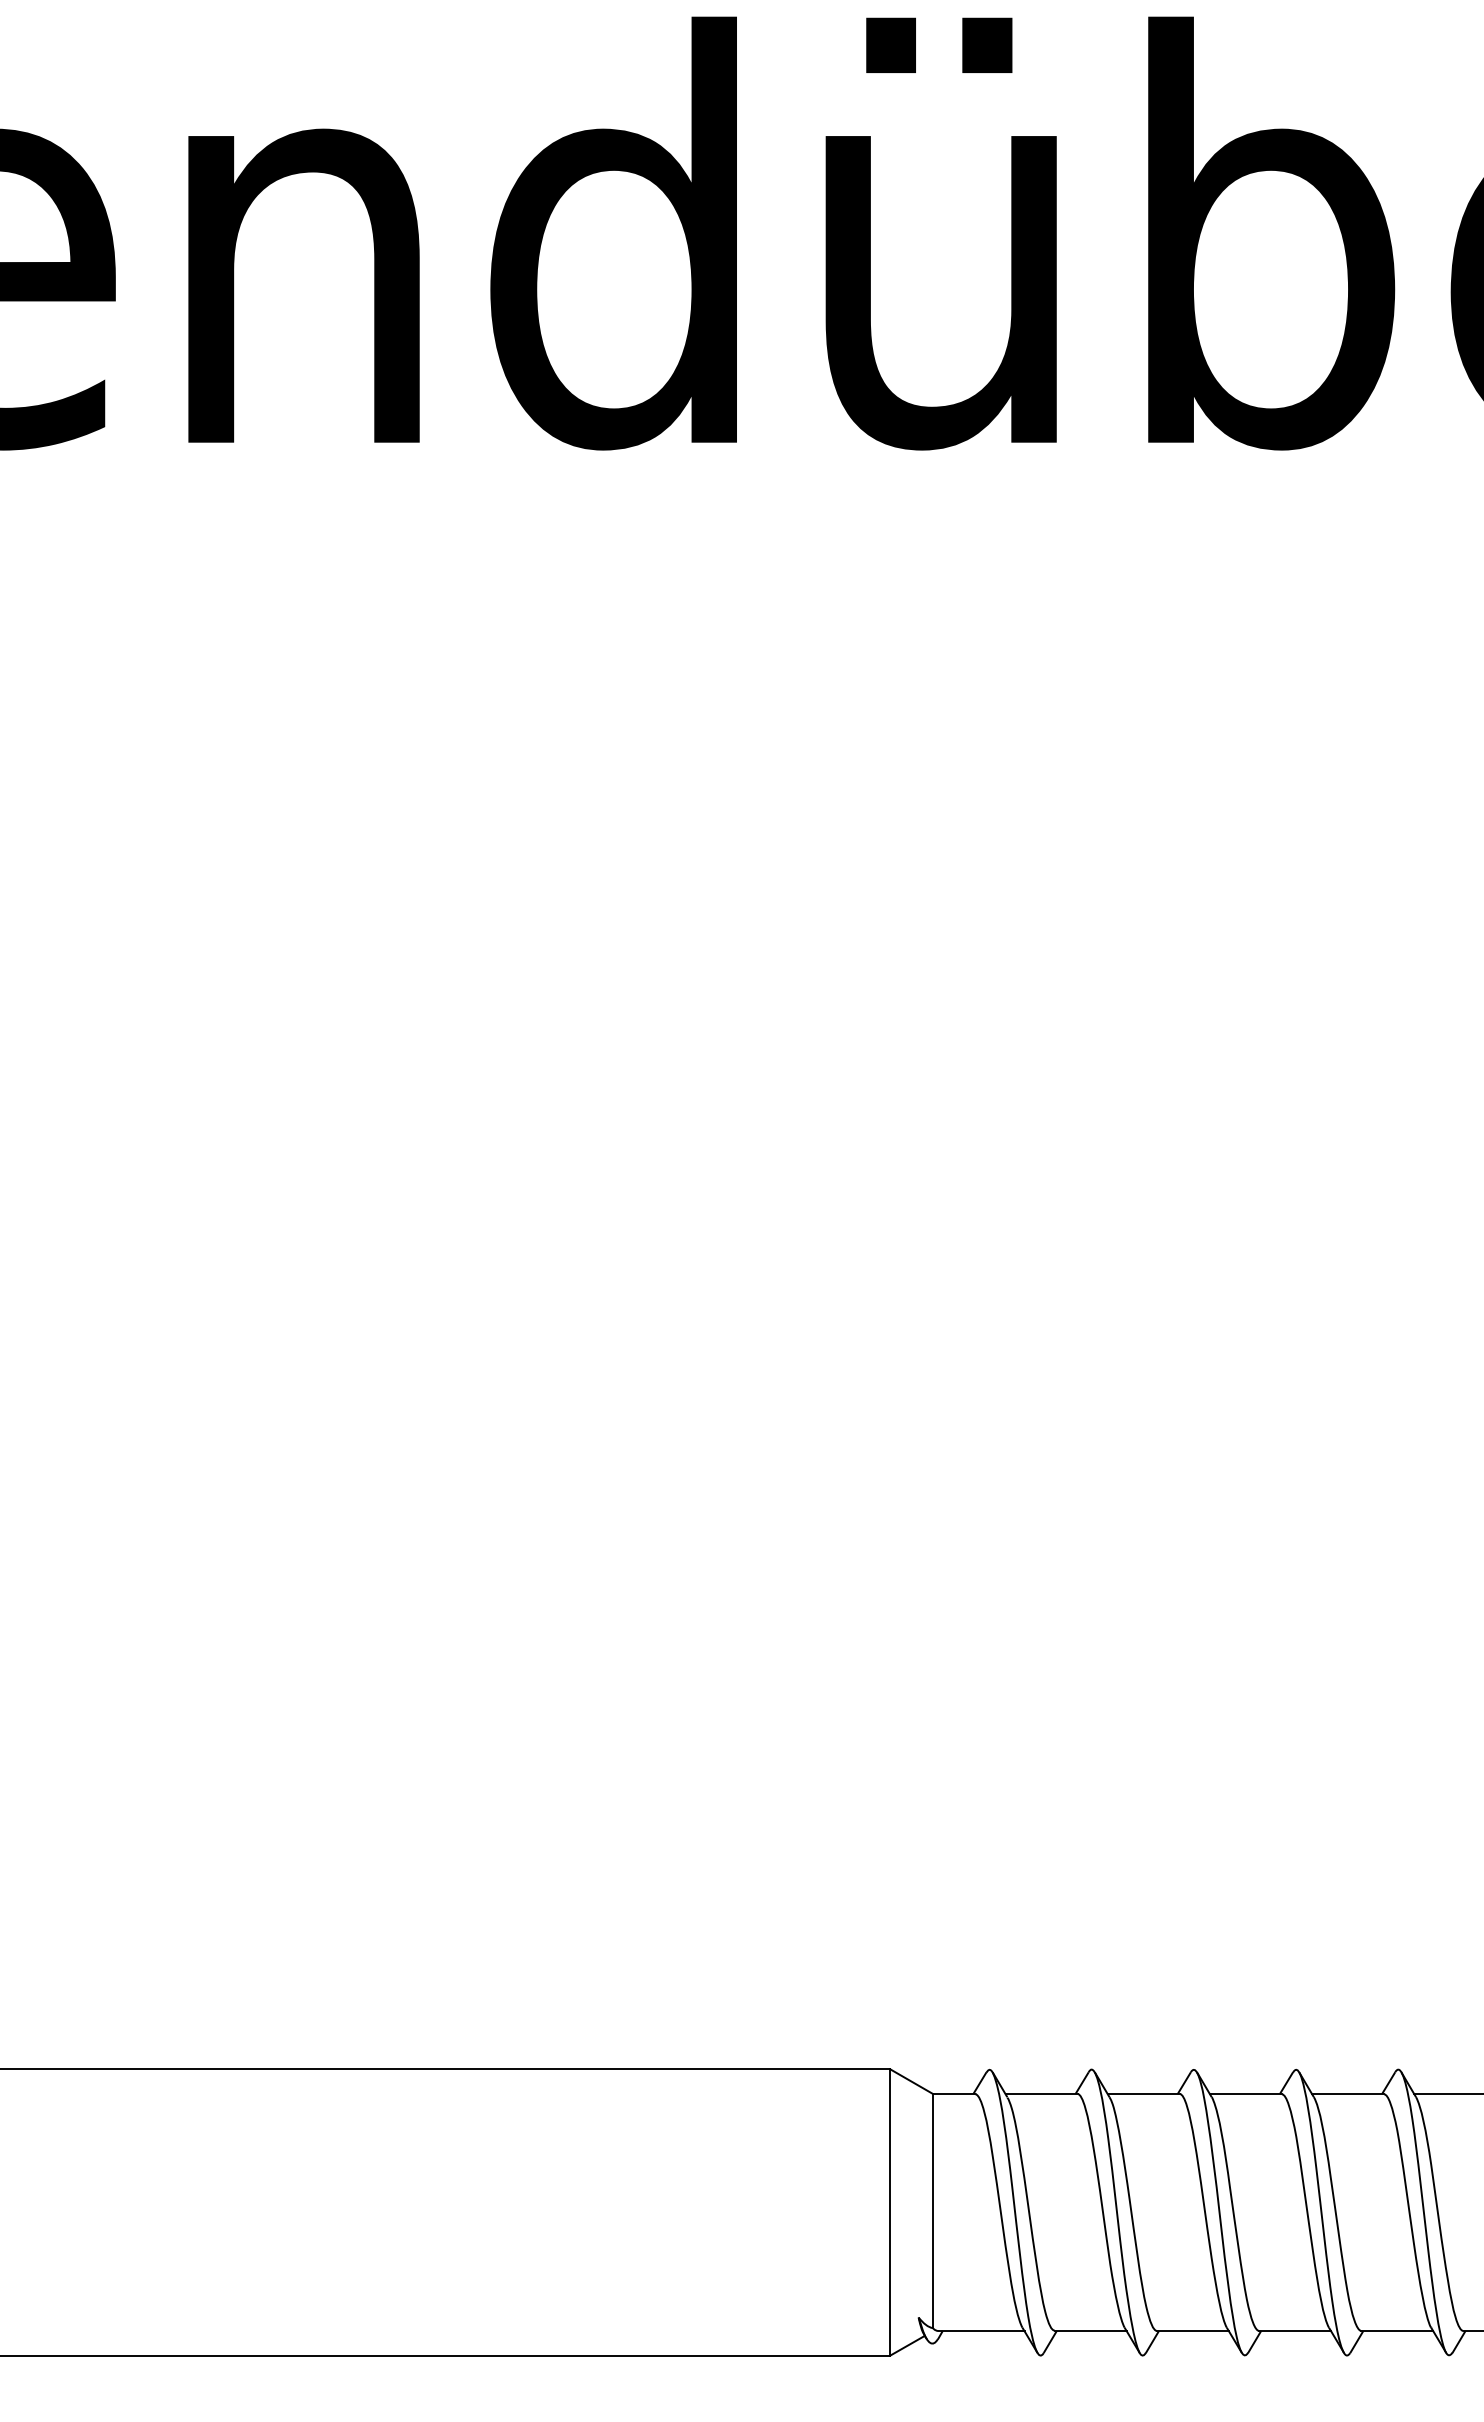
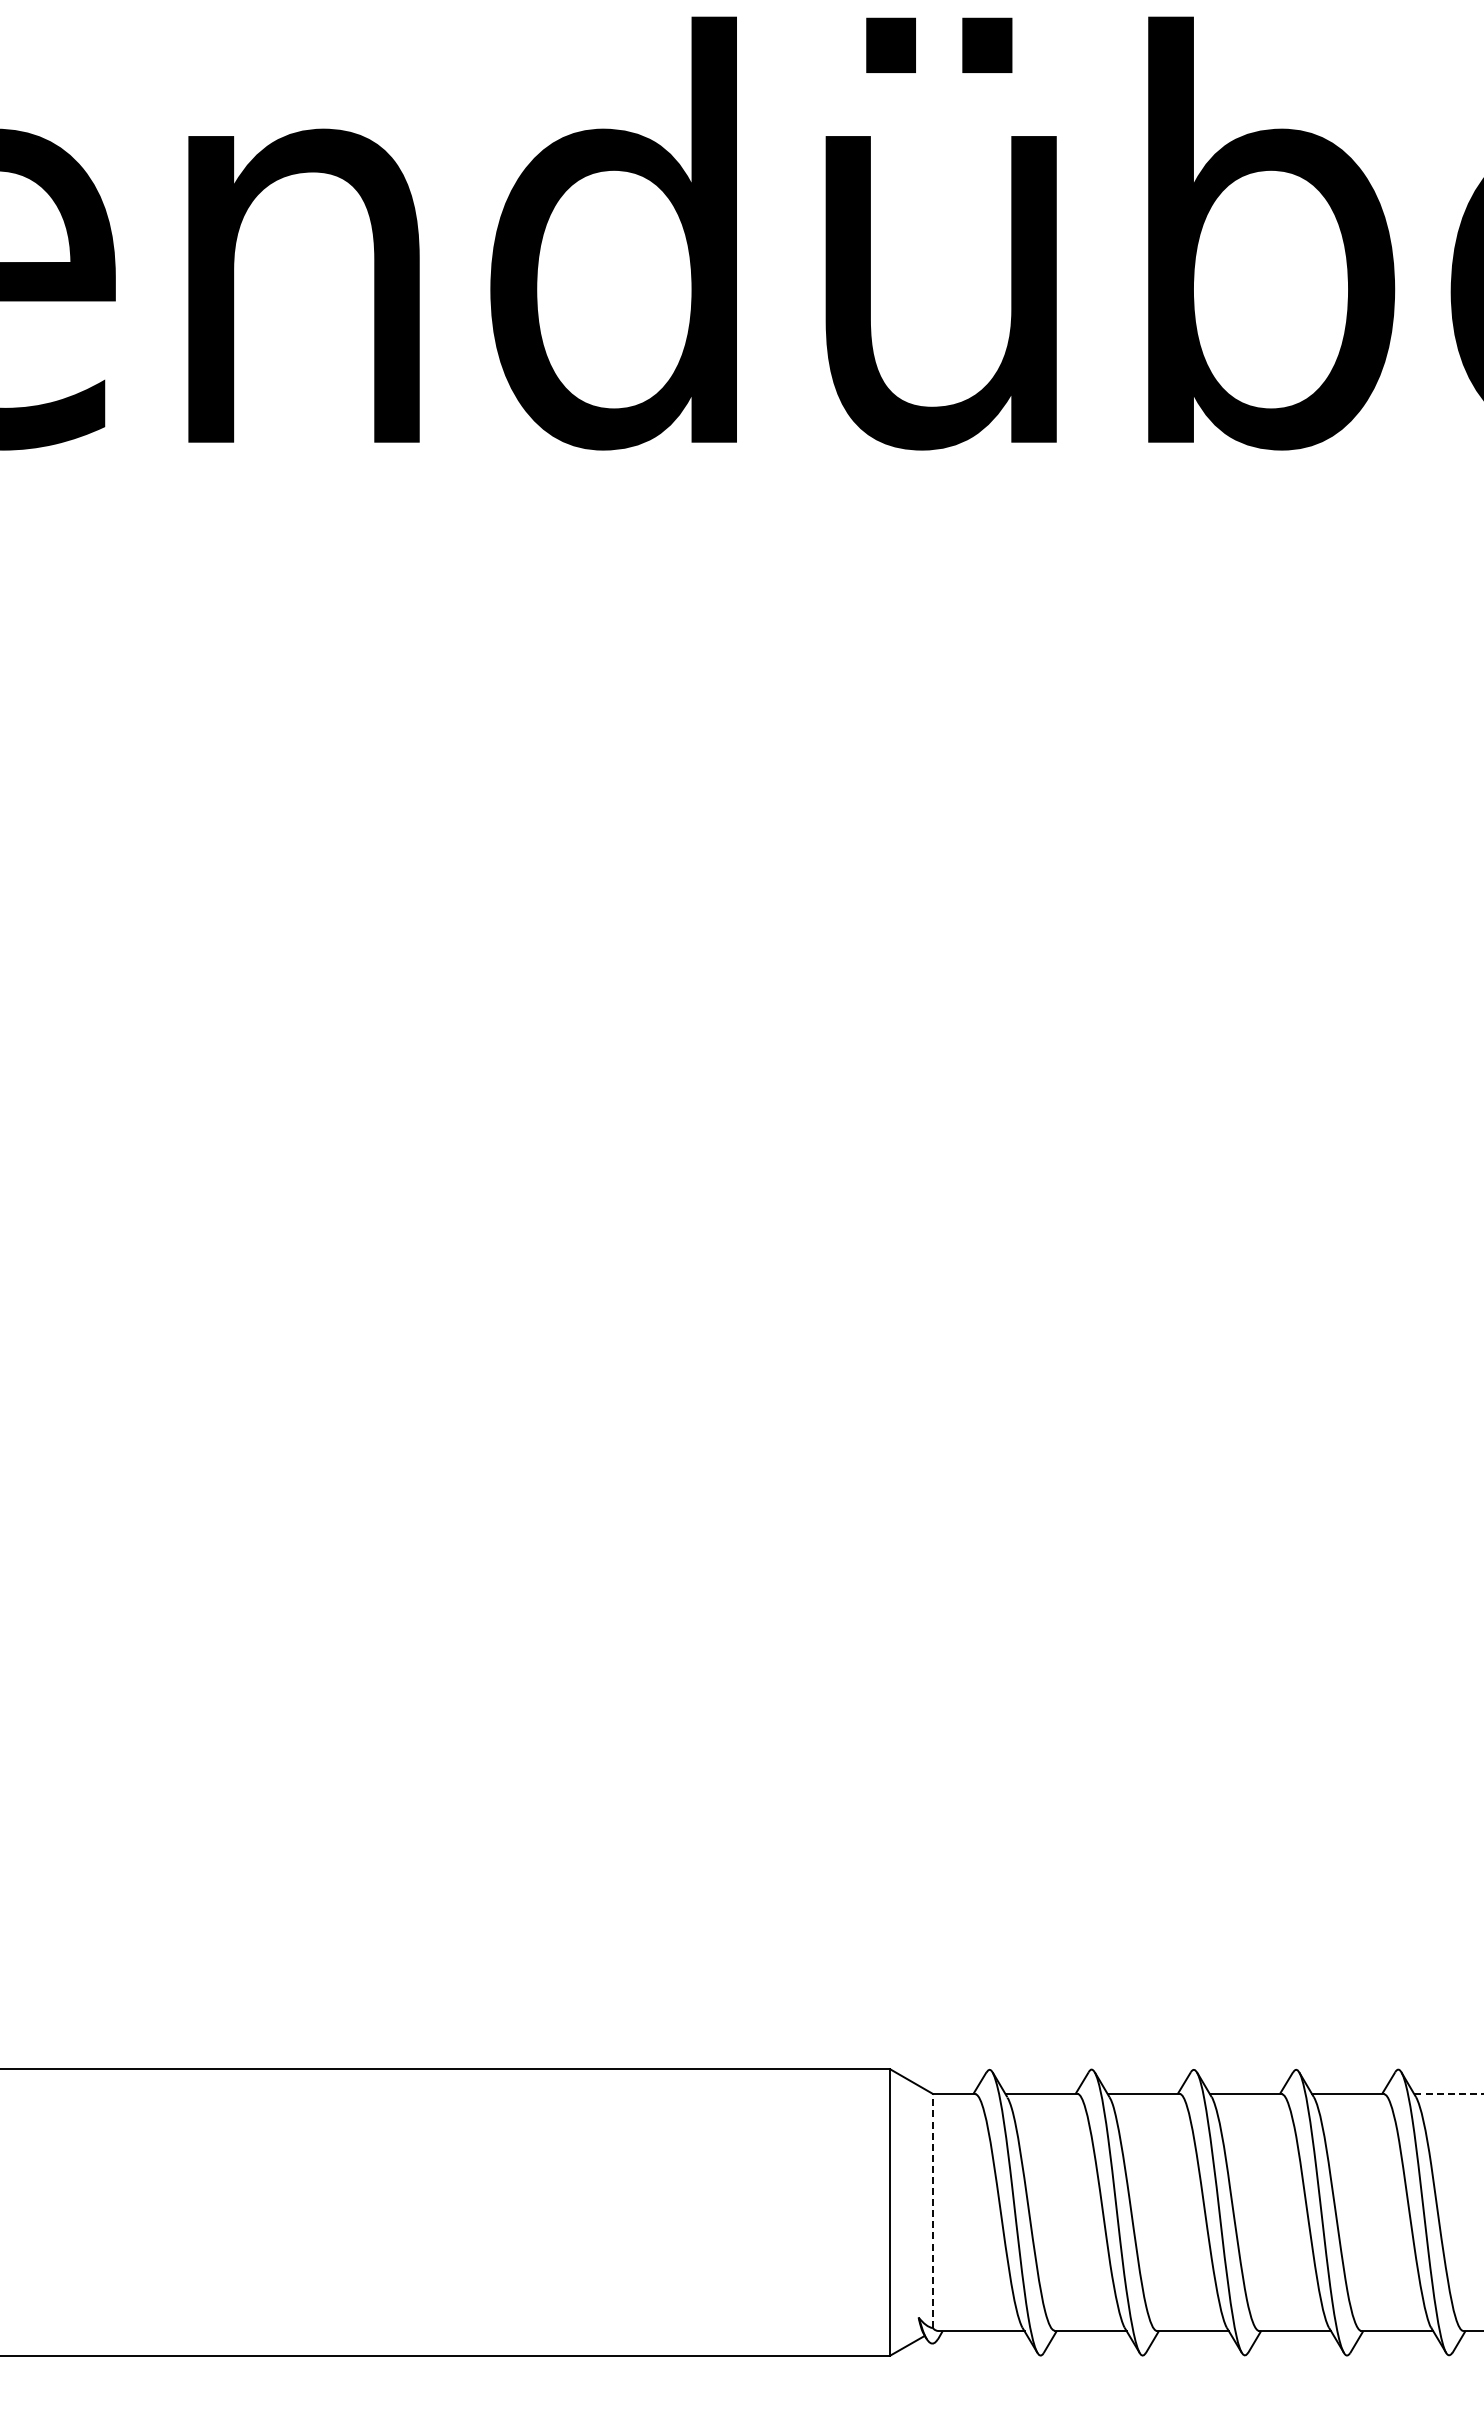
line at (1449, 2093): solid -> dashed
line at (932, 2210): solid -> dashed
